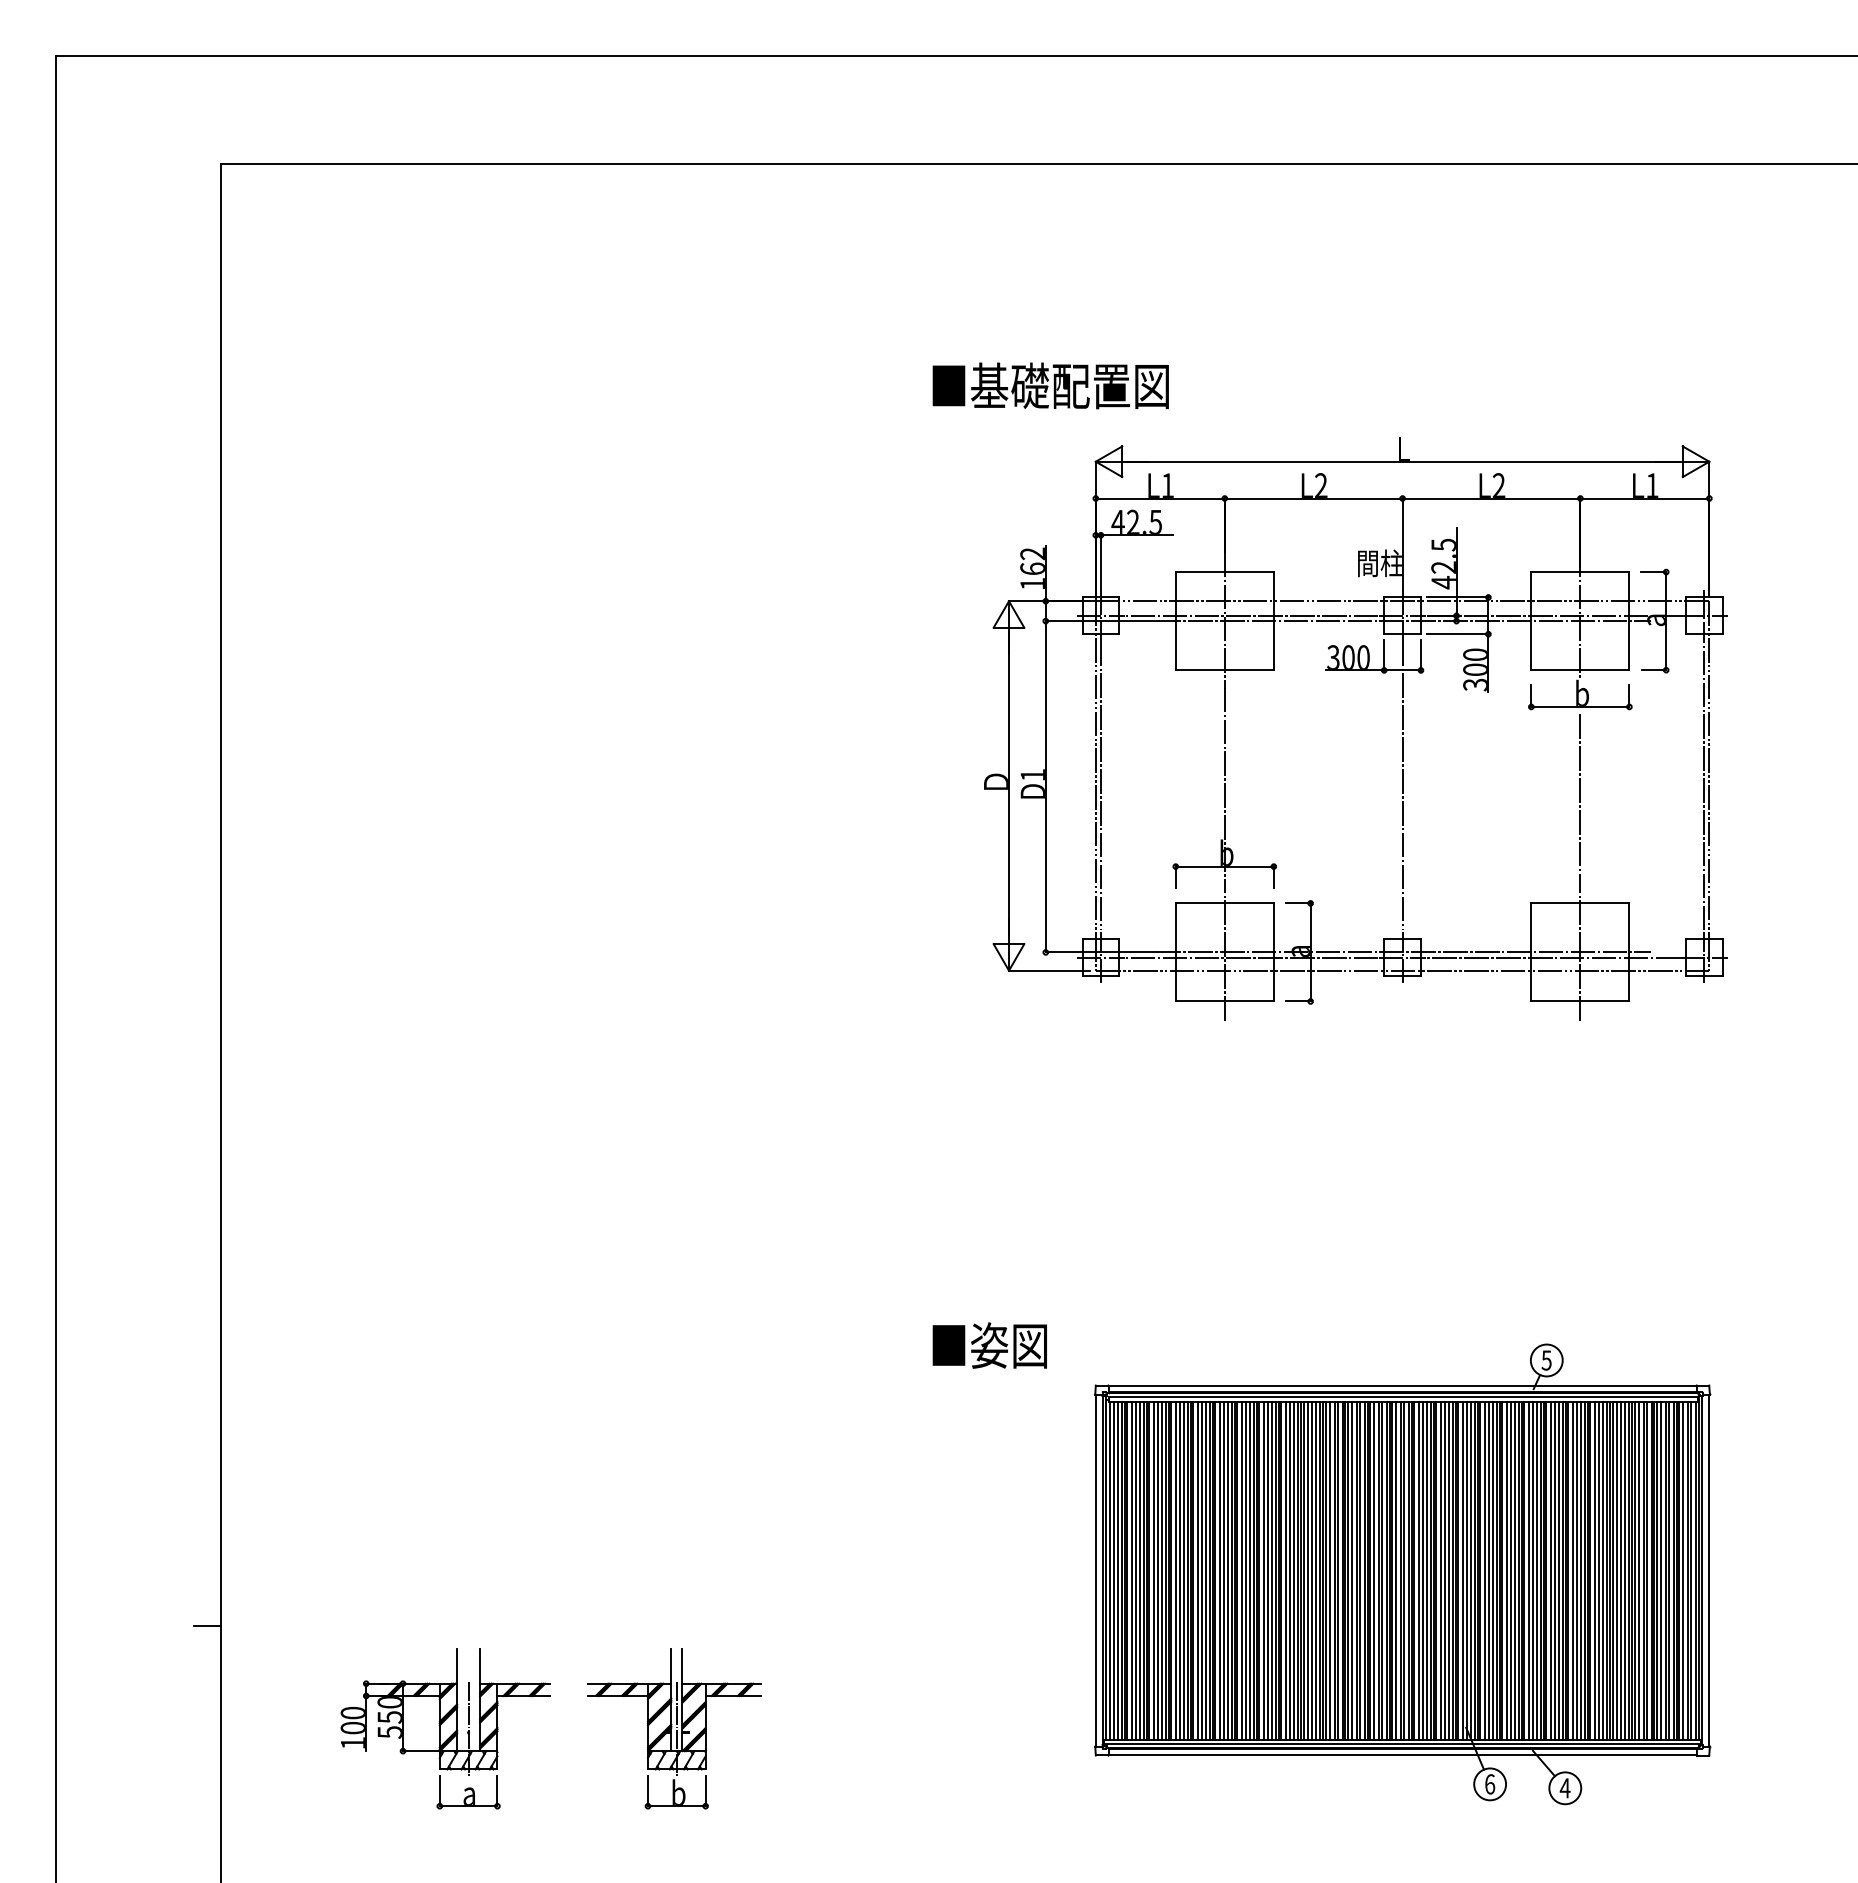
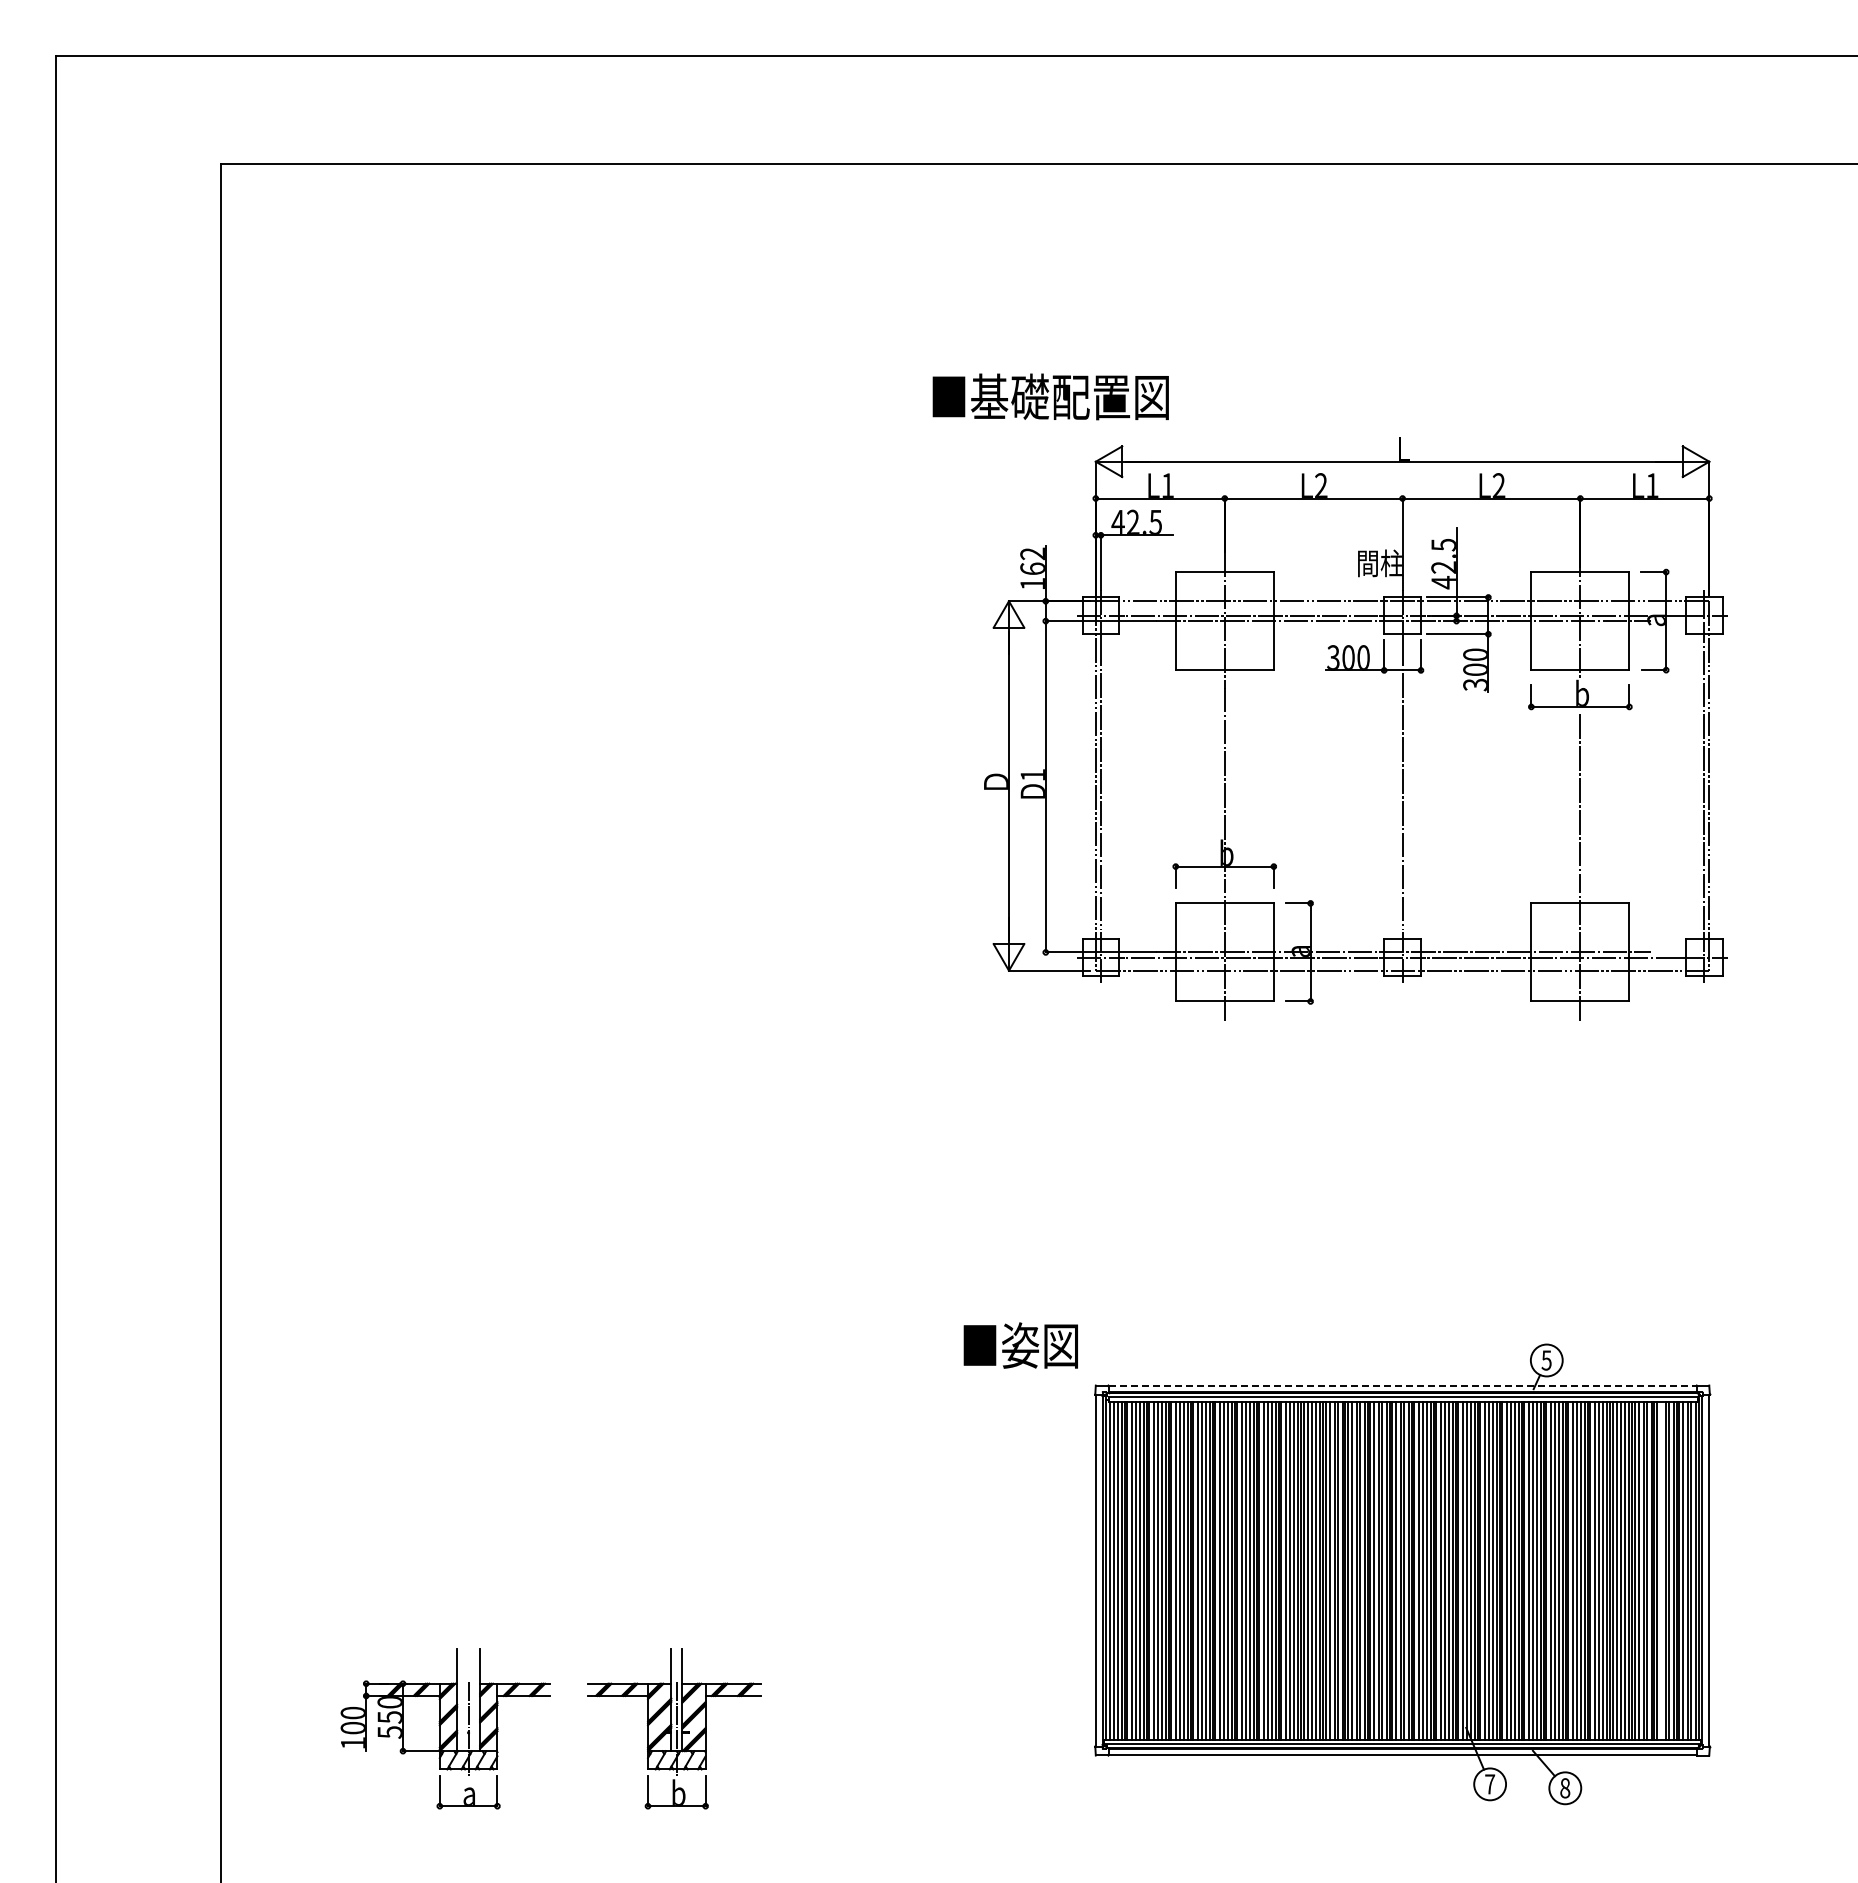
text at (1050, 385) position: (1050, 385) -> (1050, 396)
text at (989, 1345) position: (989, 1345) -> (1020, 1345)
line at (1403, 1385): solid -> dashed
line at (1661, 1570): present -> none
line at (207, 1626): present -> none
text at (1490, 1784): 6 -> 7
text at (1564, 1788): 4 -> 8
